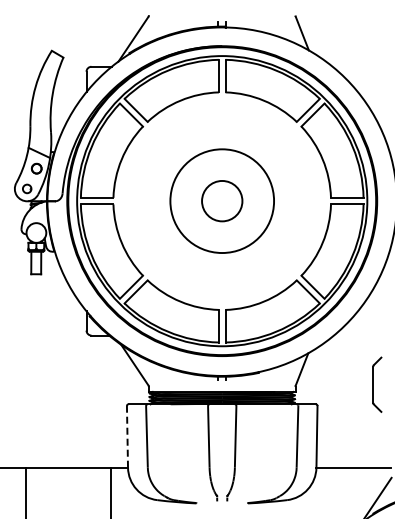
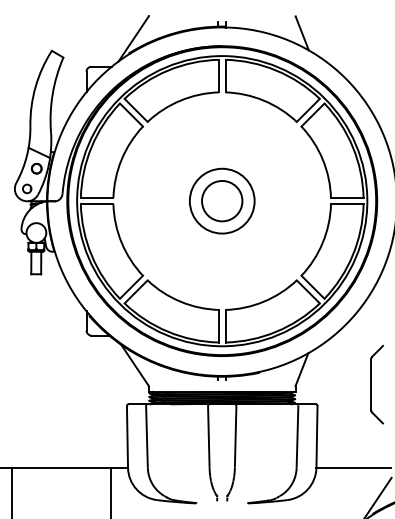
circle at (222, 201) diameter: 104 px -> 65 px
part at (377, 384) size: 11x57 px -> 15x80 px
line at (127, 436): dashed -> solid
line at (26, 491) position: (26, 491) -> (12, 491)
